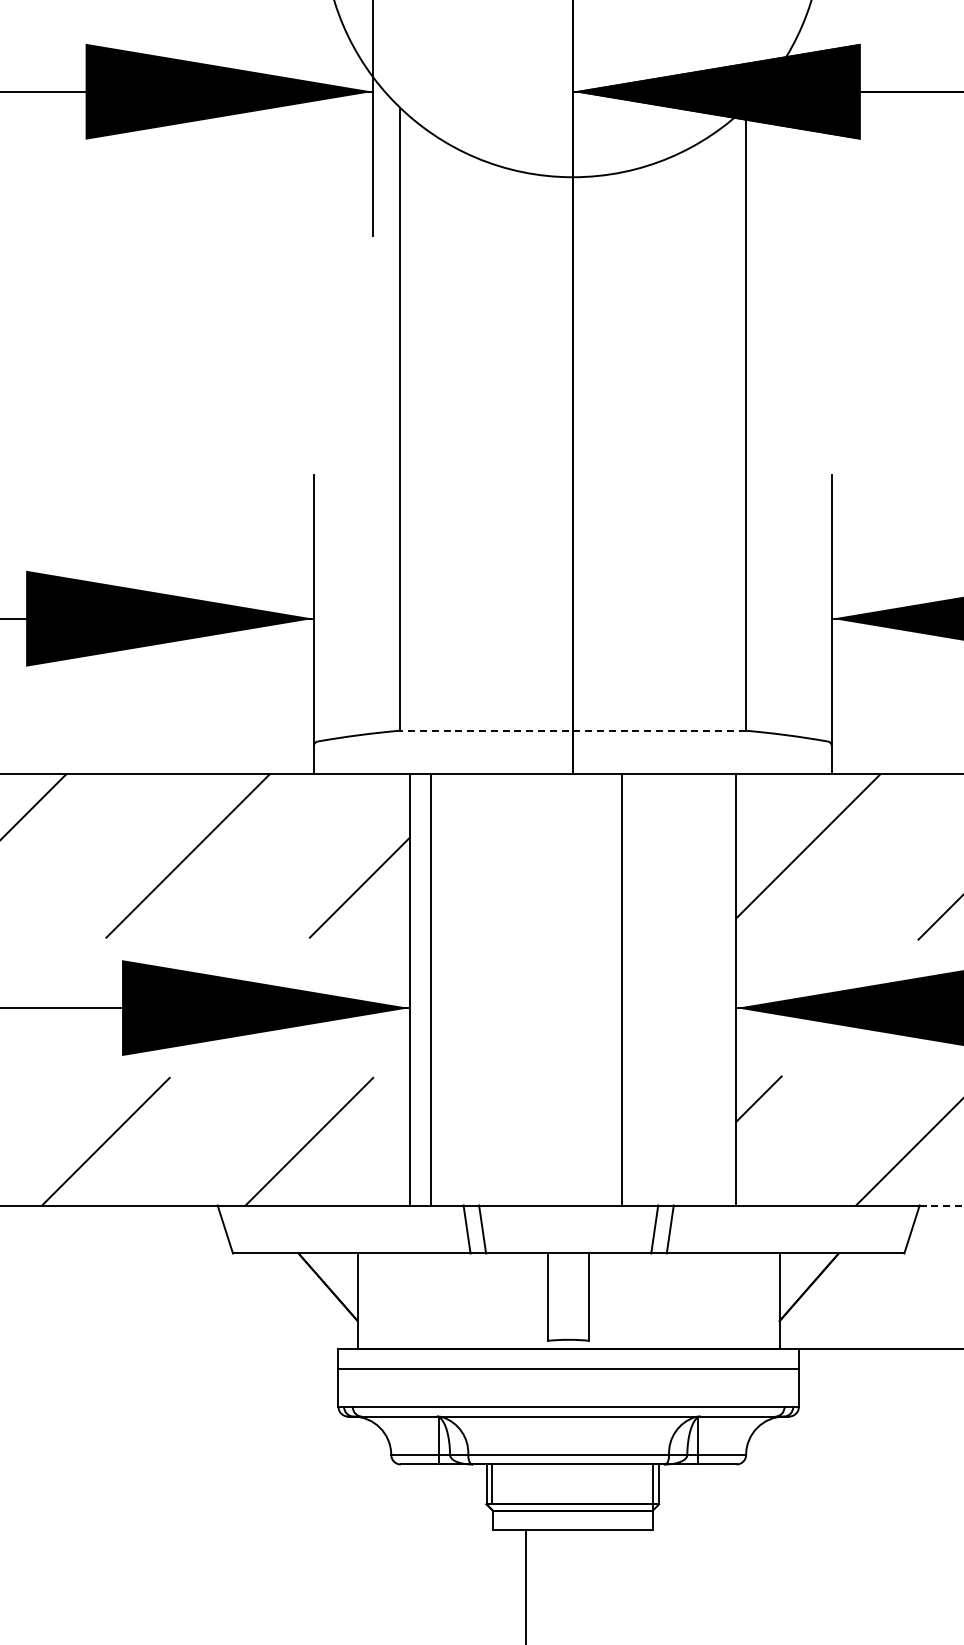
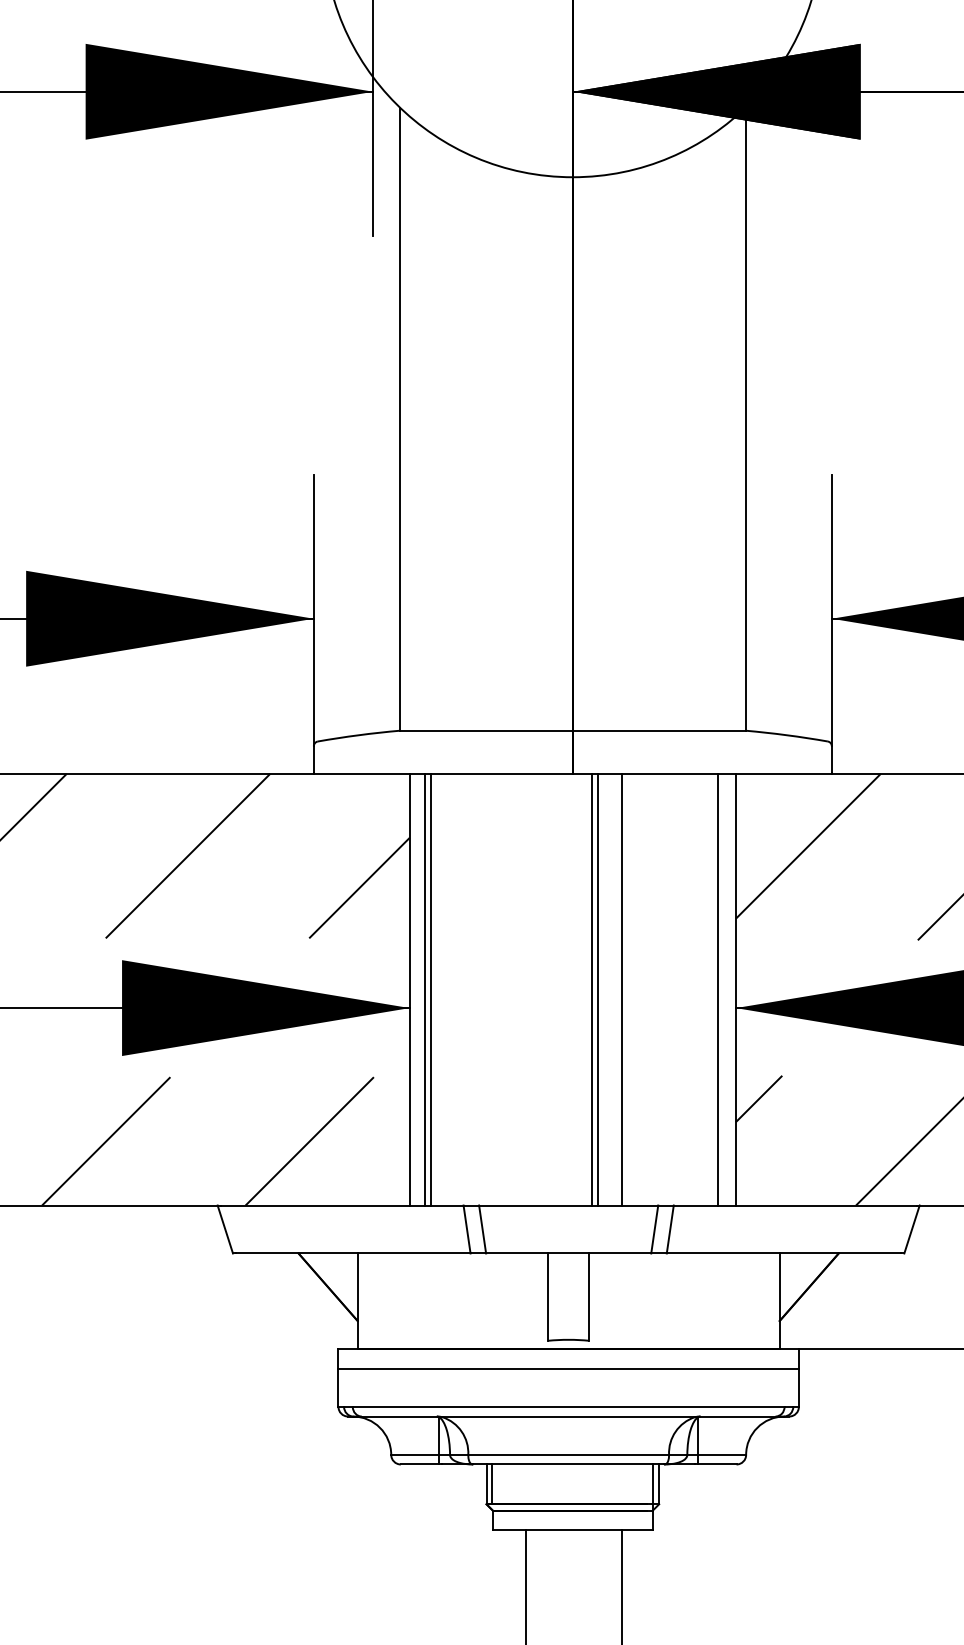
line at (572, 730): dashed -> solid
line at (425, 989): none -> present
line at (591, 989): none -> present
line at (597, 989): none -> present
line at (717, 989): none -> present
line at (941, 1205): dashed -> solid
line at (622, 1585): none -> present
